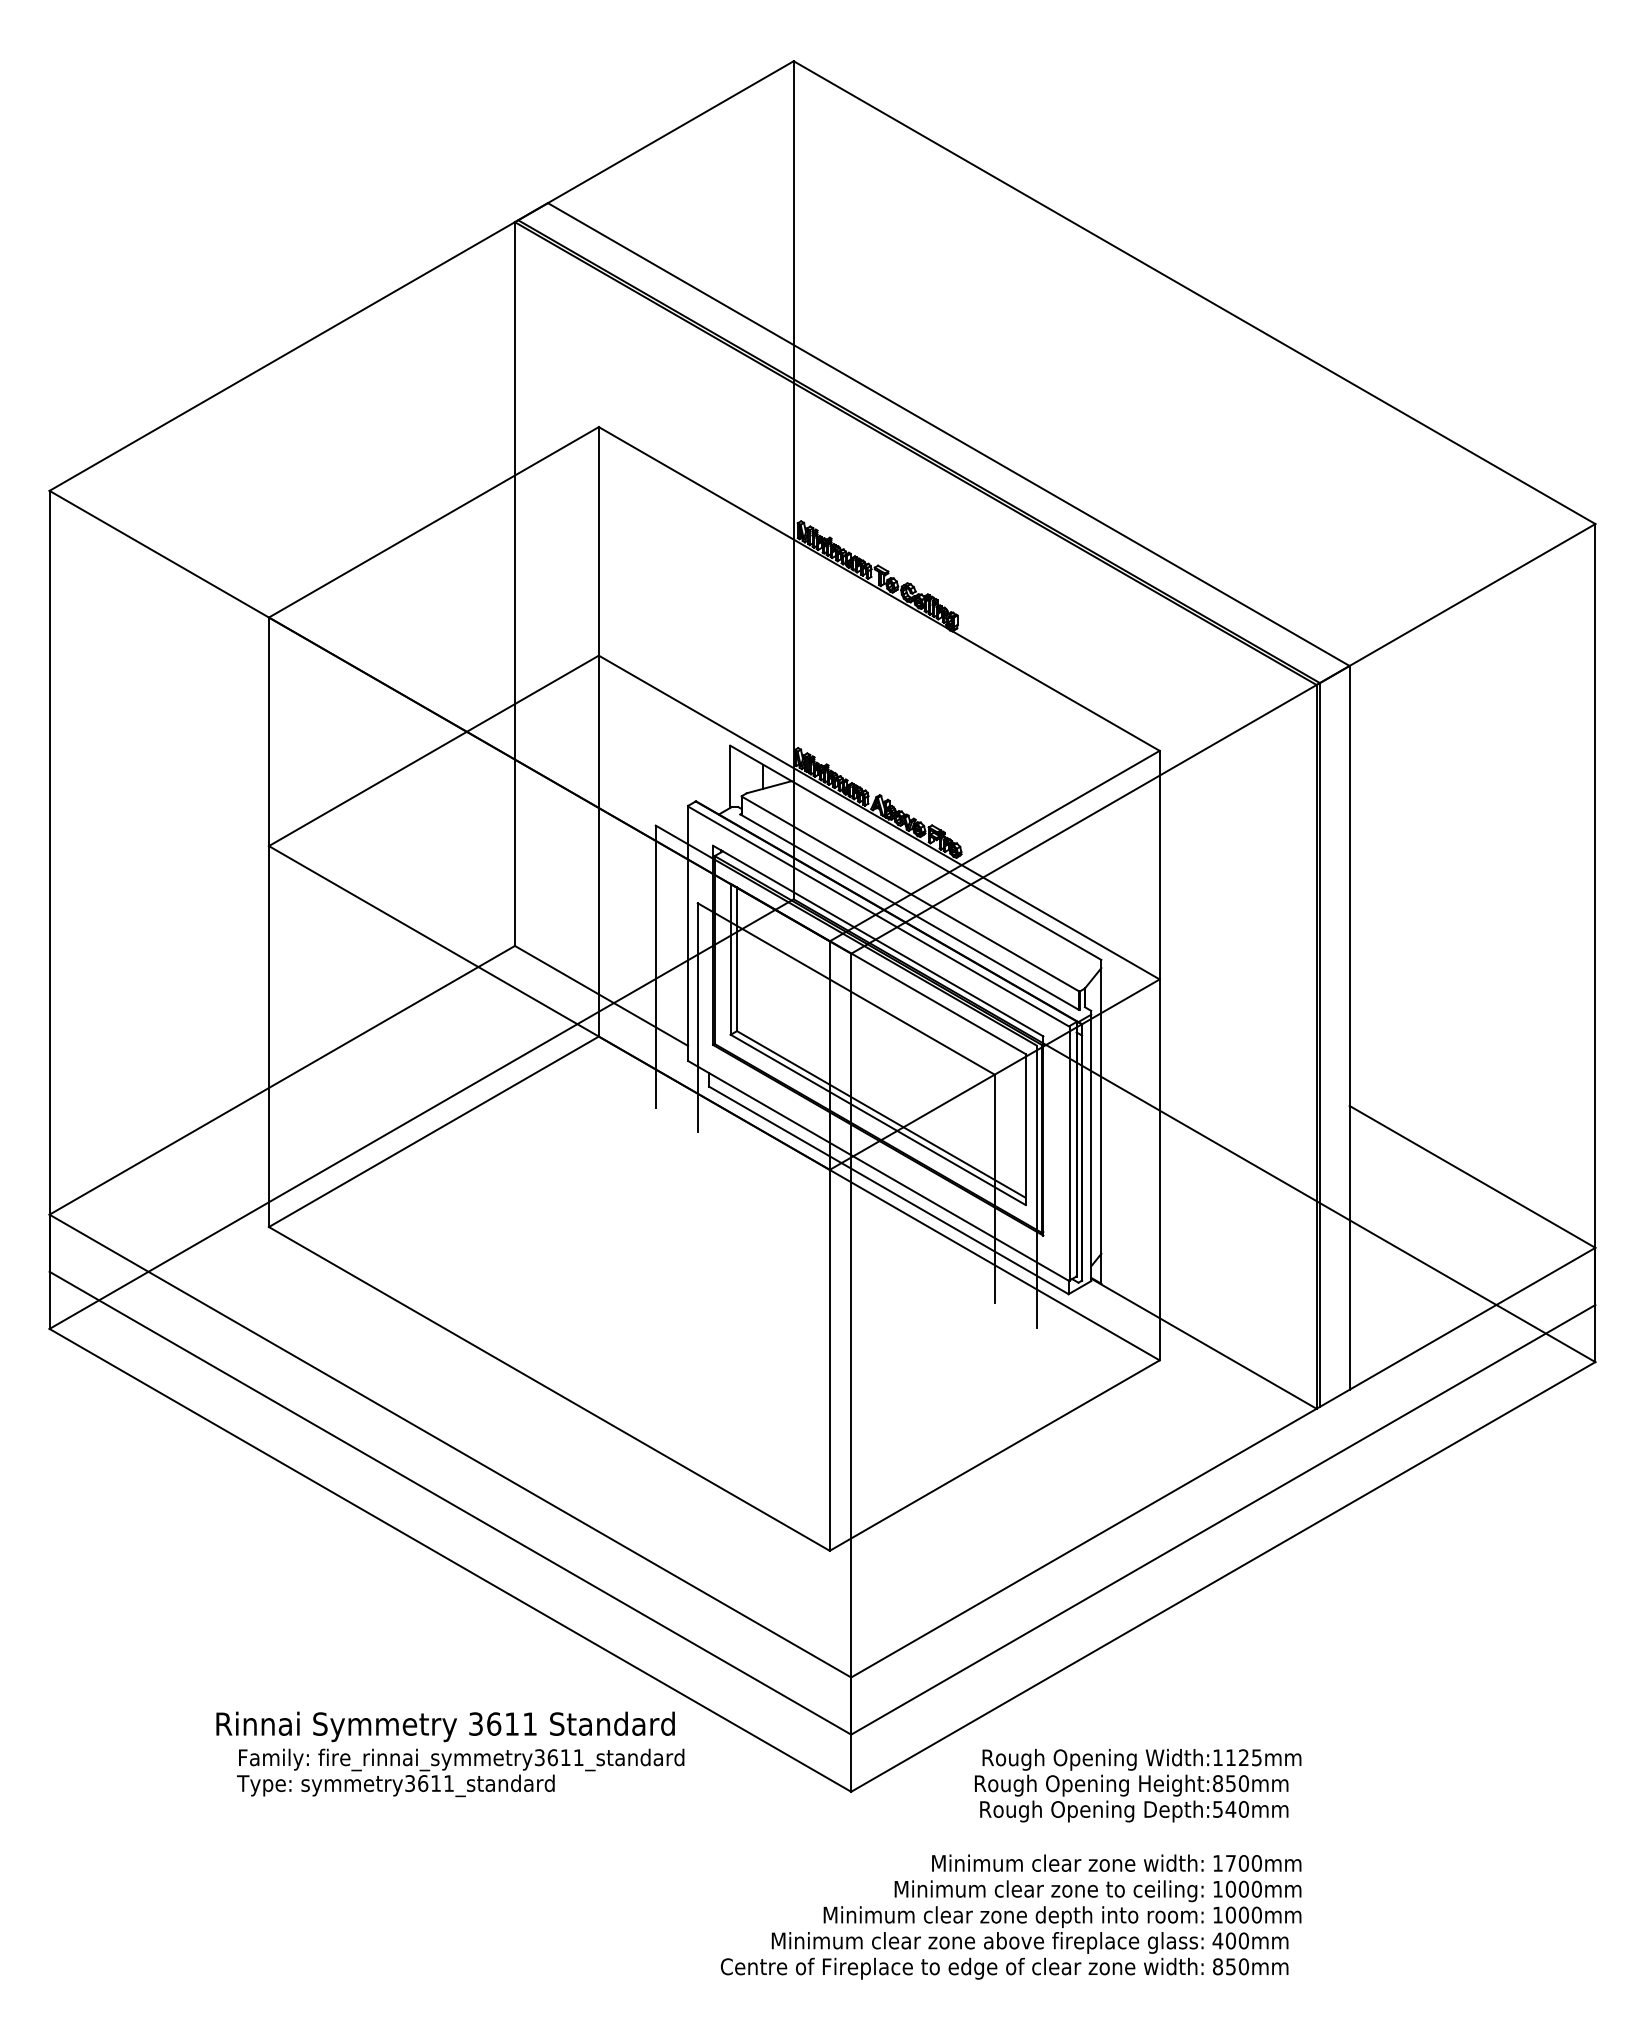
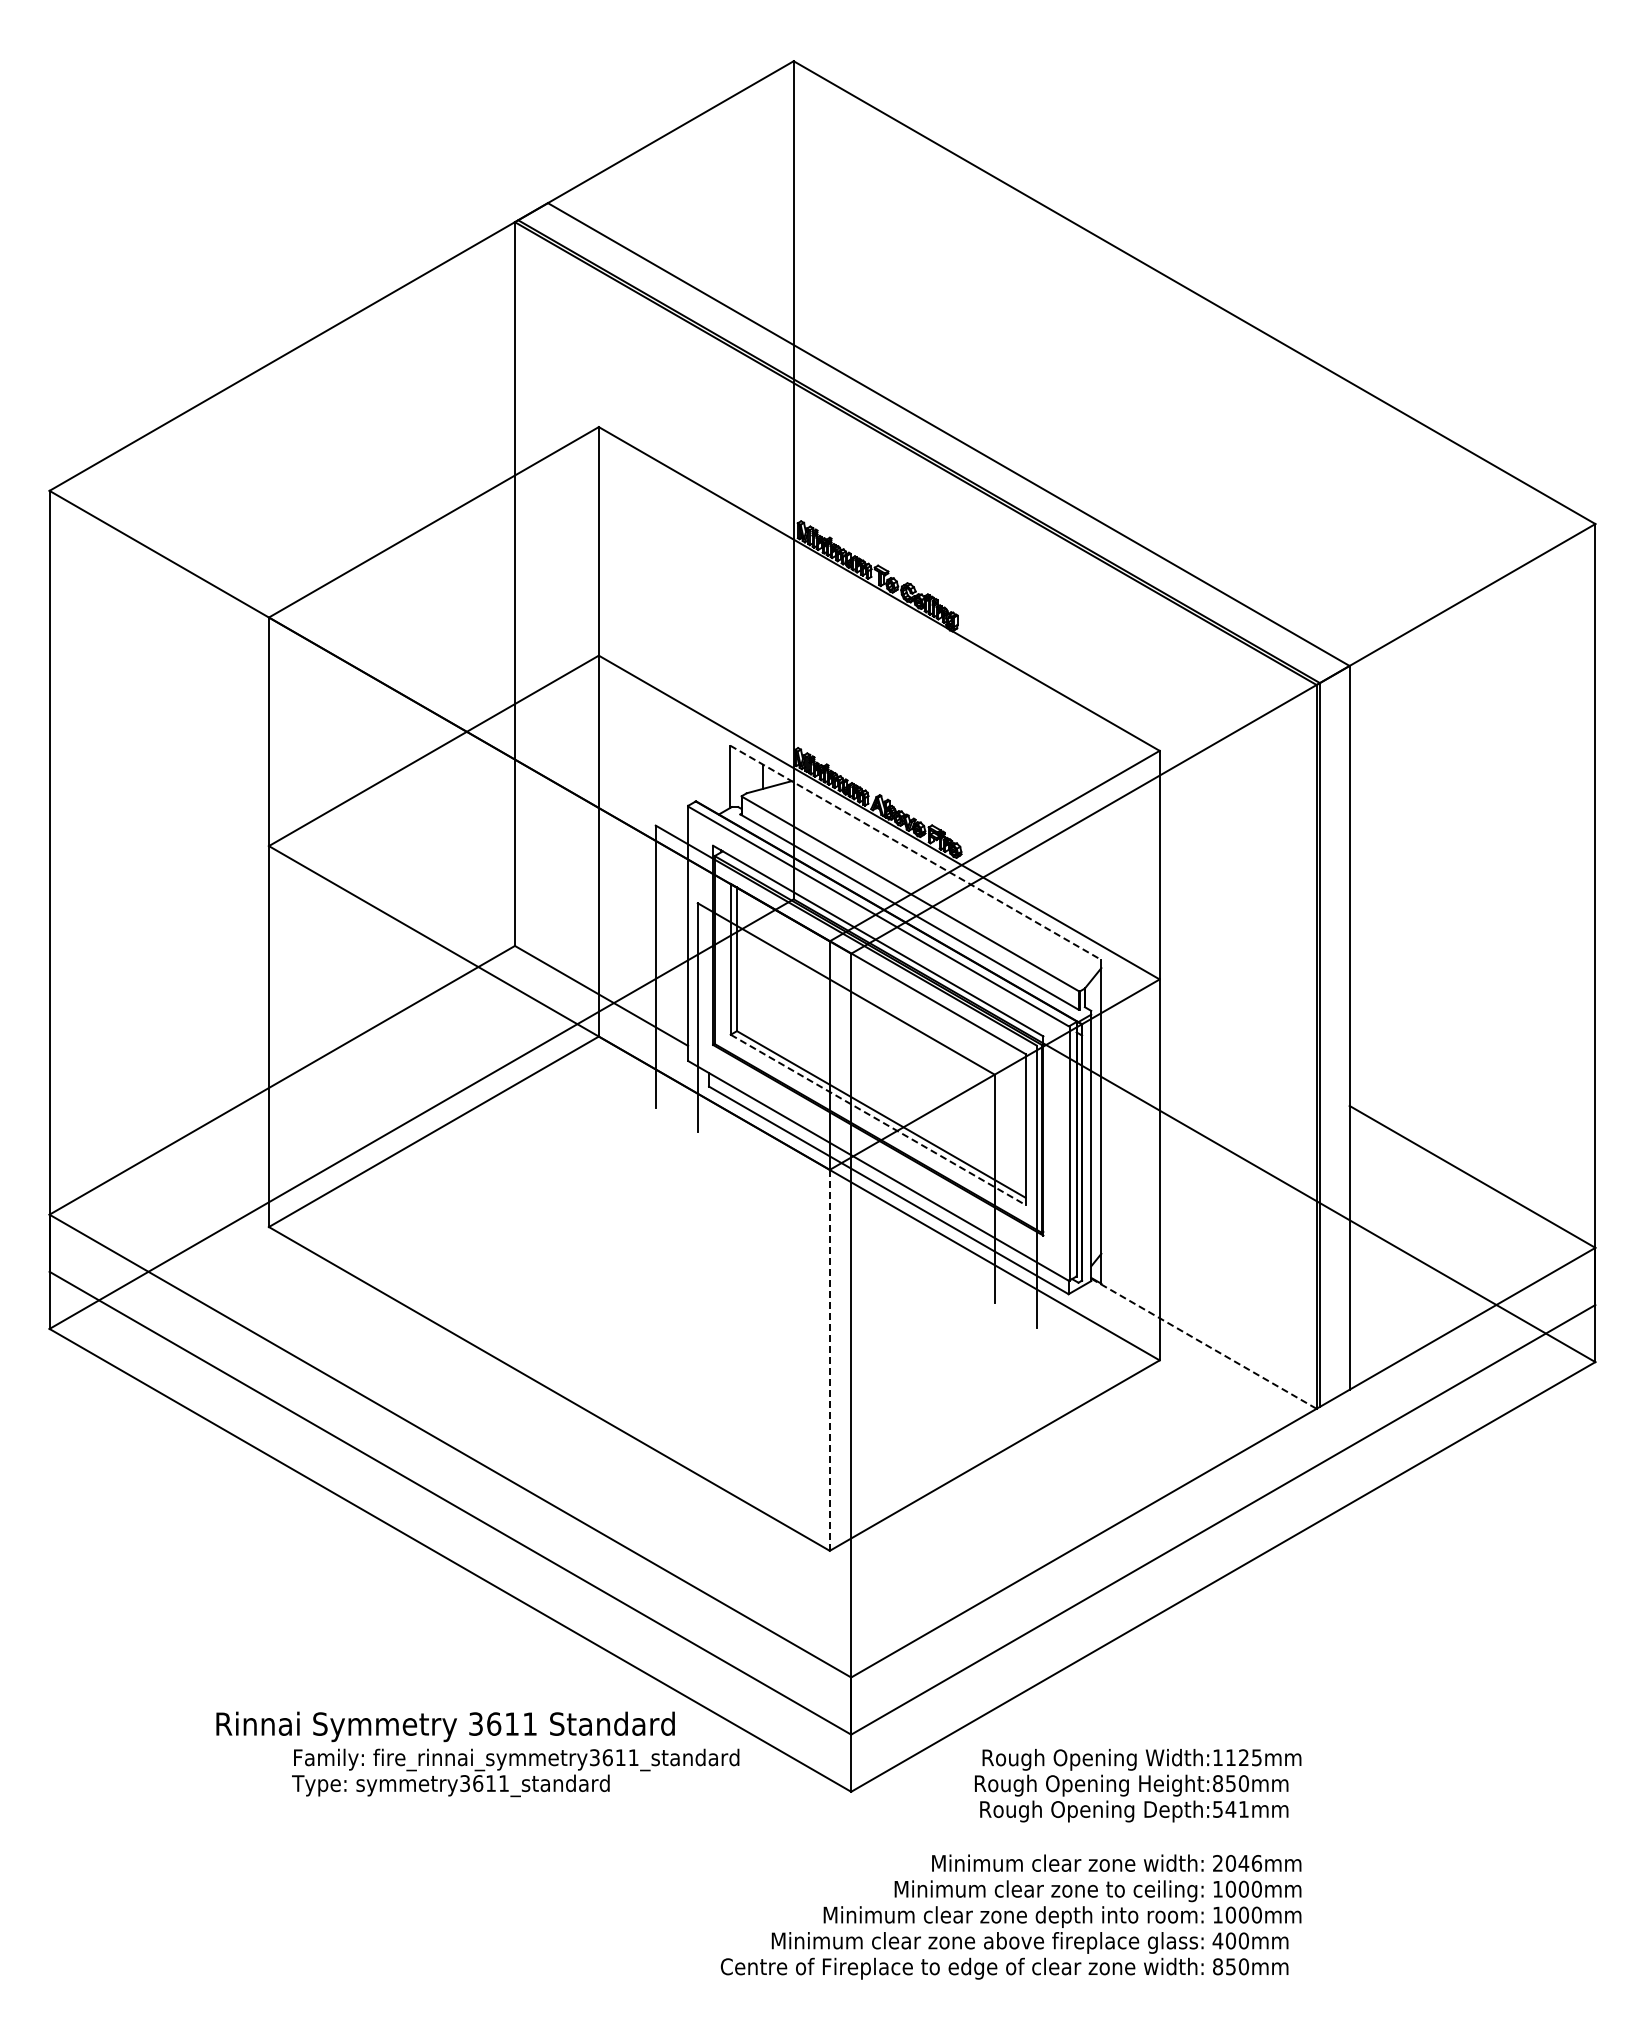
line at (916, 853): solid -> dashed
line at (878, 1120): solid -> dashed
line at (1204, 1344): solid -> dashed
line at (829, 1359): solid -> dashed
text at (460, 1772) position: (460, 1772) -> (515, 1772)
text at (1243, 1809): 540mm -> 541mm
text at (1237, 1862): 1700mm -> 2046mm
